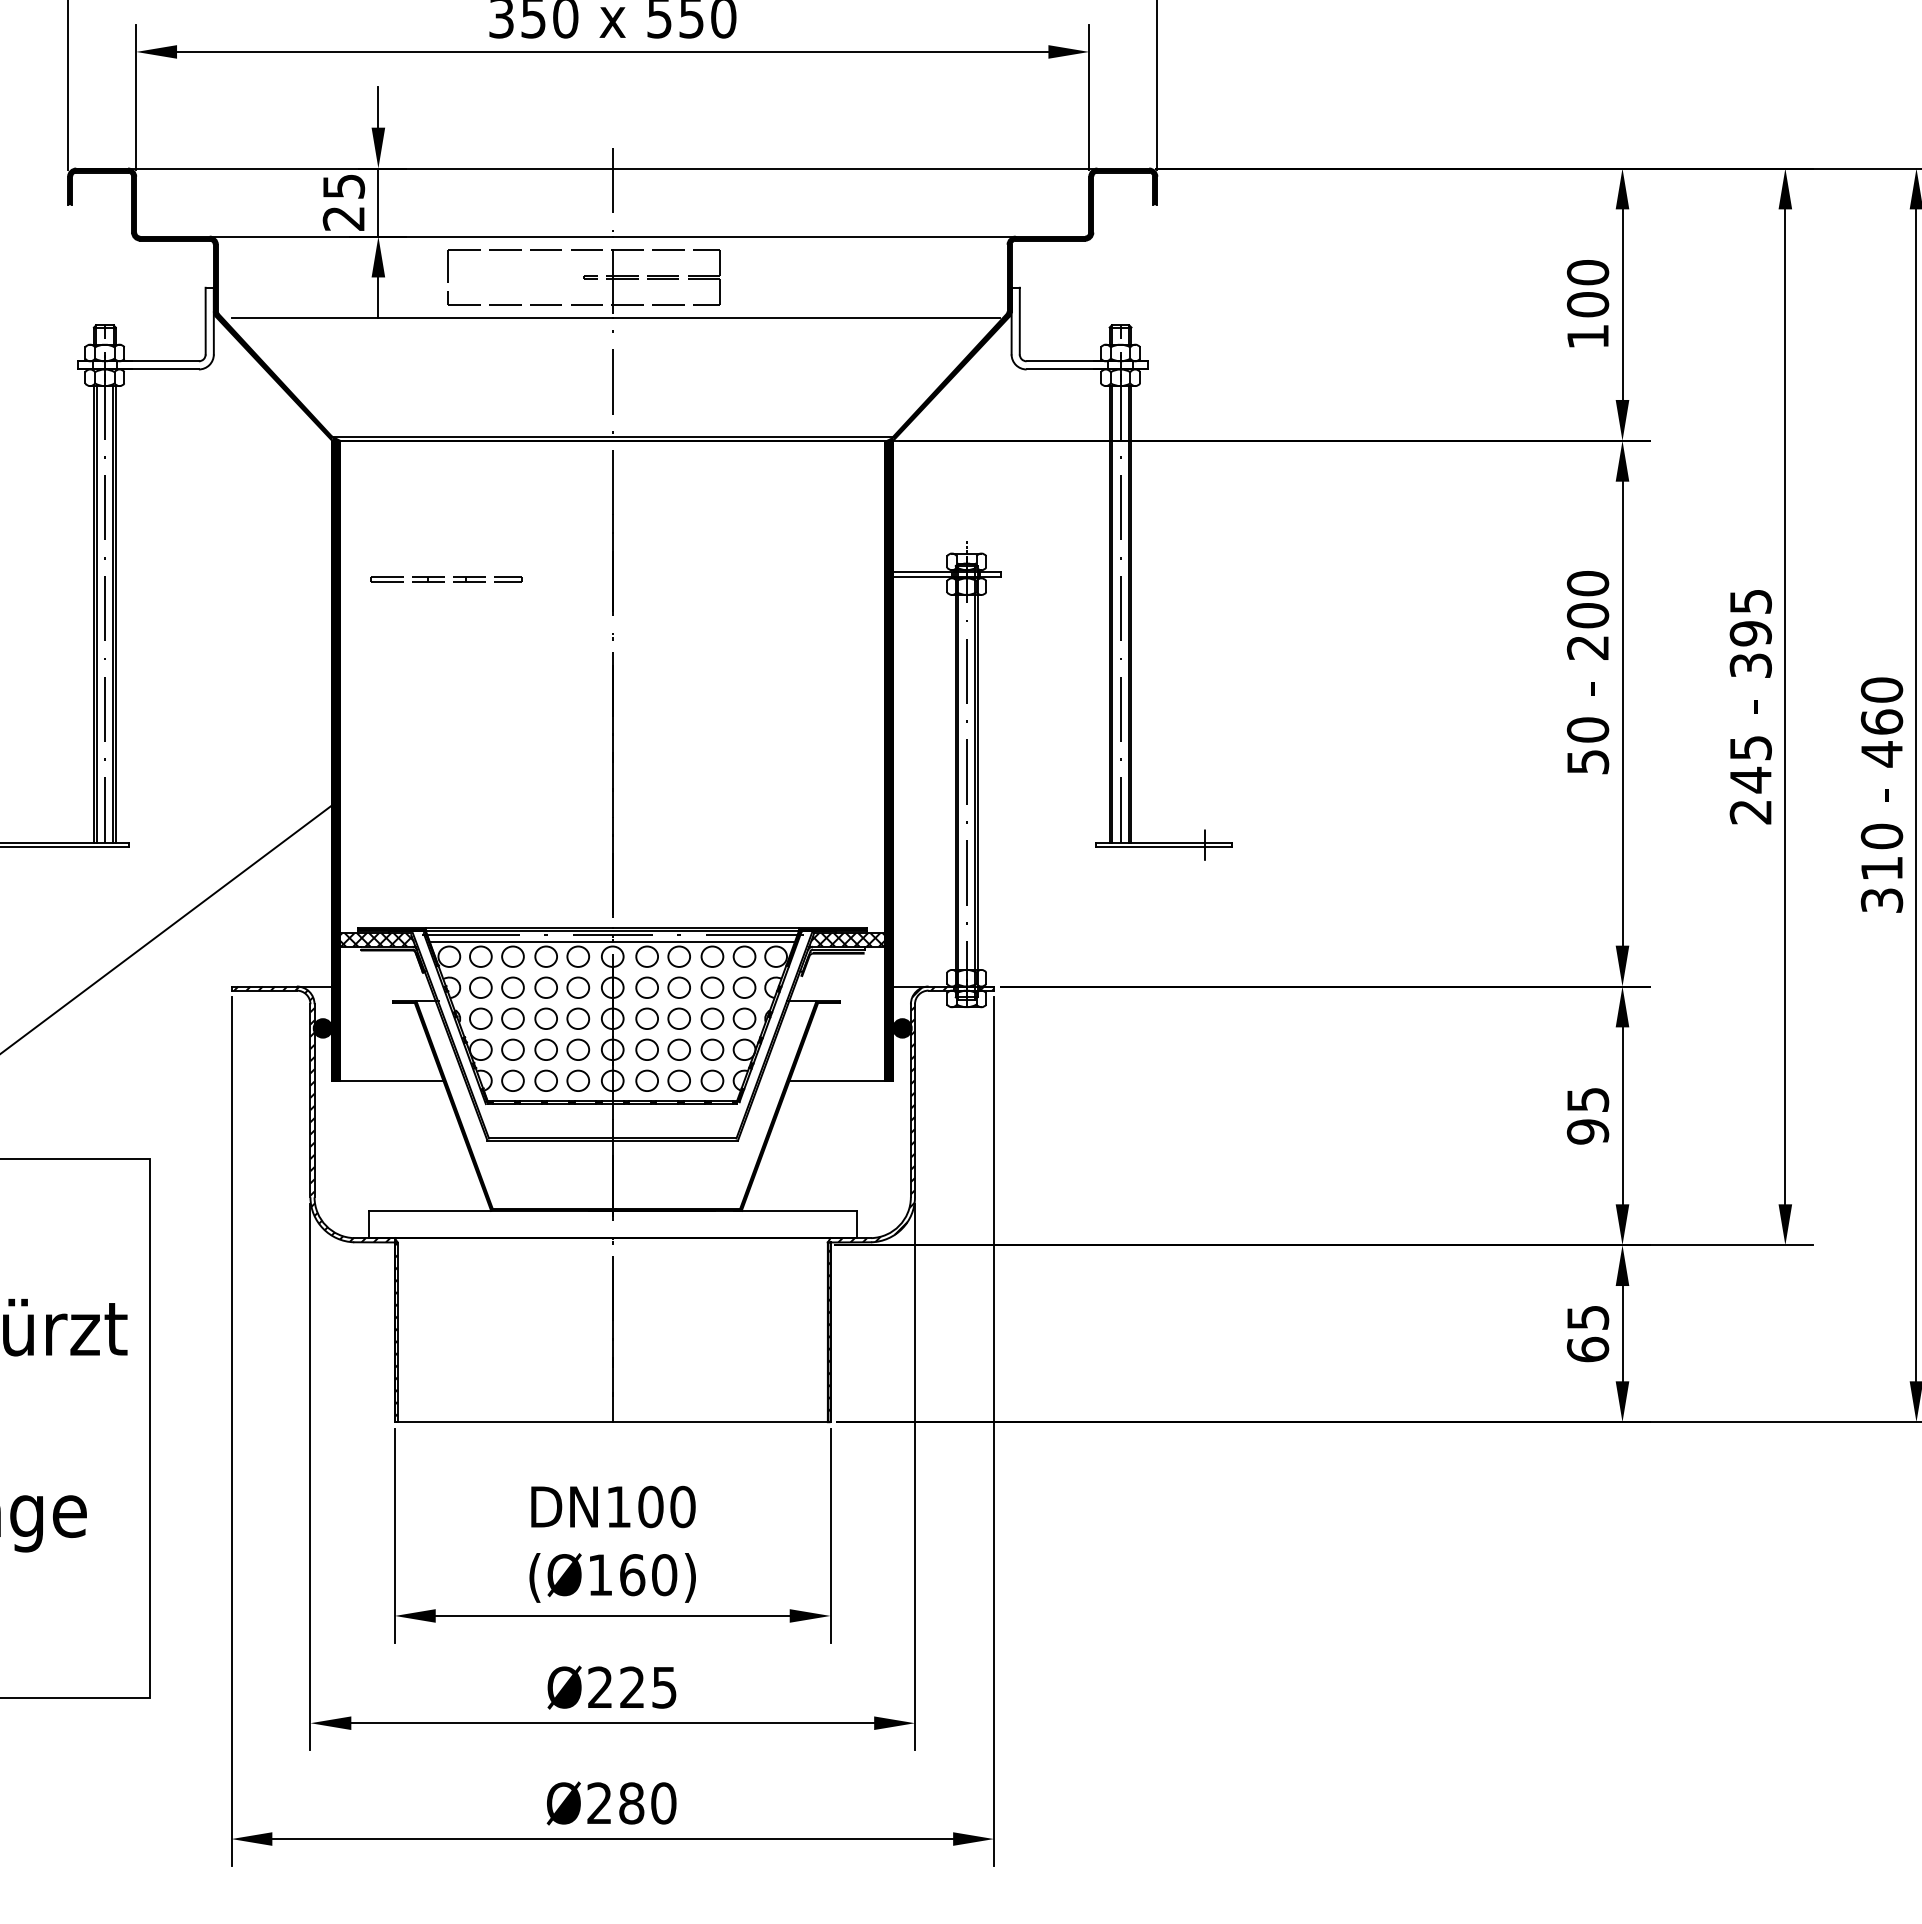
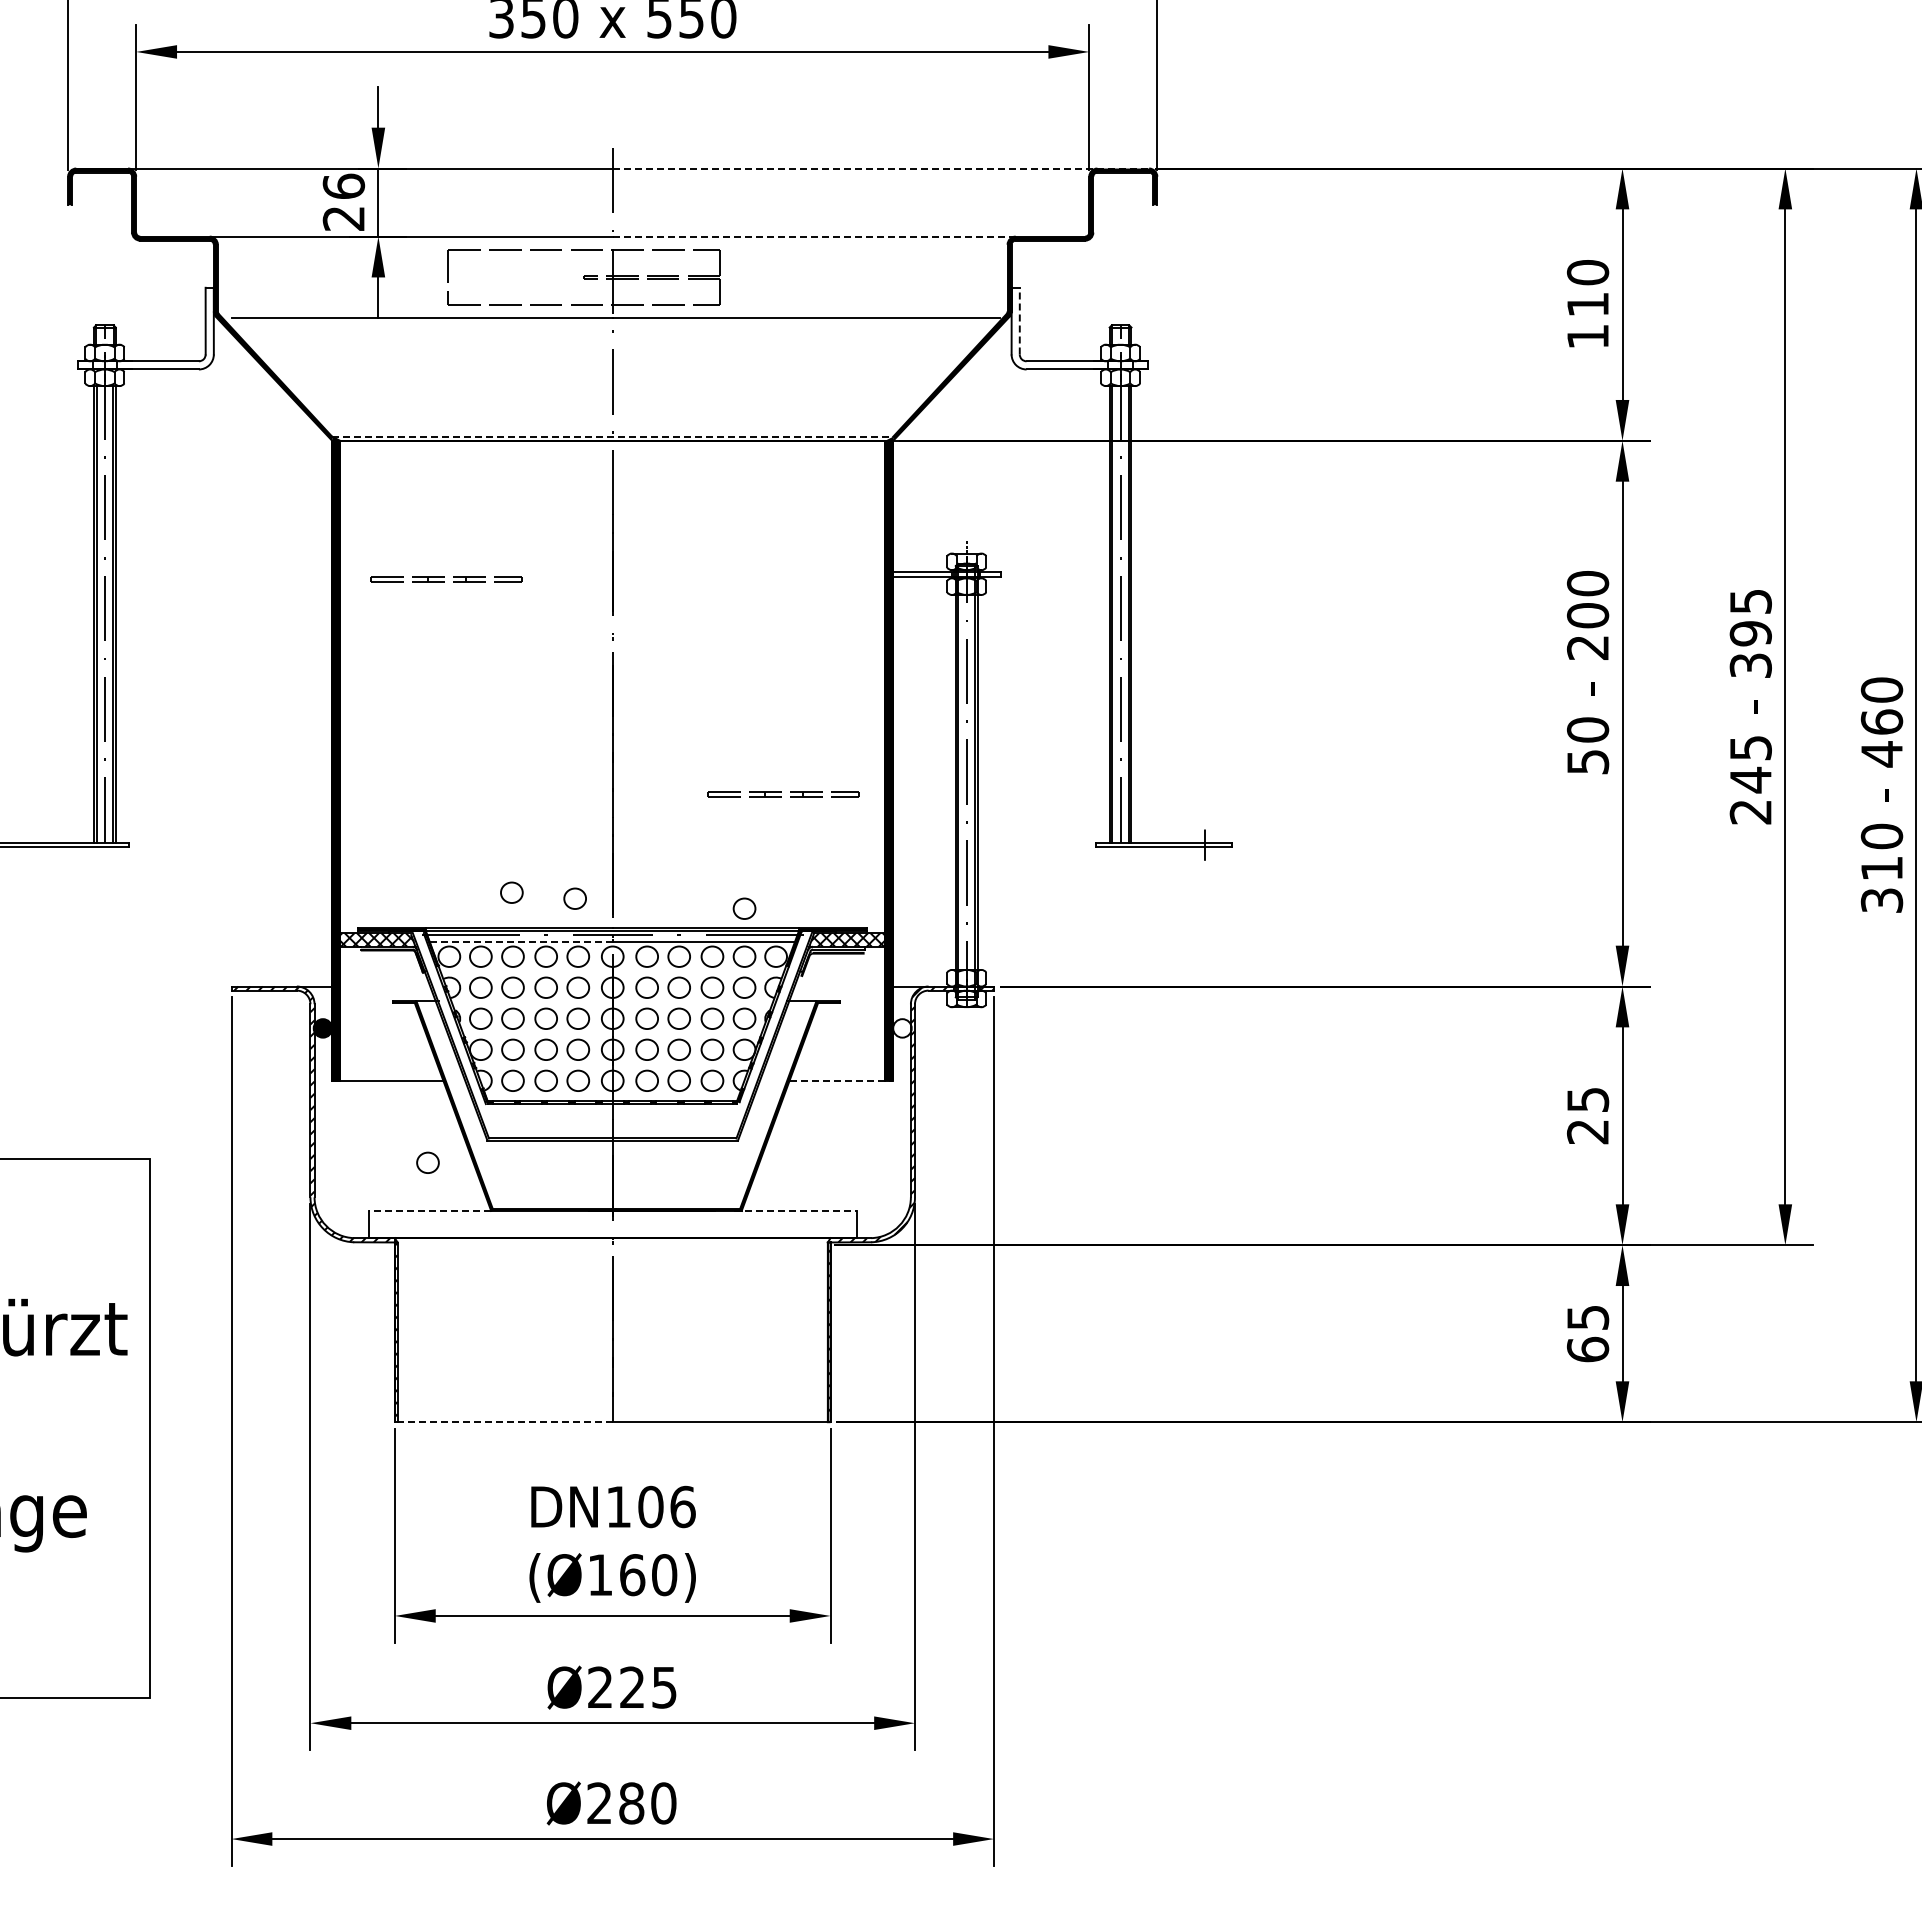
line at (881, 168): solid -> dashed
text at (343, 185): 25 -> 26
line at (814, 236): solid -> dashed
text at (1587, 304): 100 -> 110
line at (1019, 320): solid -> dashed
line at (613, 436): solid -> dashed
part at (783, 794): none -> present
part at (511, 892): none -> present
part at (574, 898): none -> present
part at (744, 908): none -> present
line at (170, 926): present -> none
line at (522, 941): solid -> dashed
fill at (901, 1028): present -> none
line at (841, 1080): solid -> dashed
text at (1588, 1131): 95 -> 25
part at (427, 1162): none -> present
line at (429, 1210): solid -> dashed
line at (796, 1210): solid -> dashed
line at (503, 1422): solid -> dashed
text at (682, 1506): DN100 -> DN106
